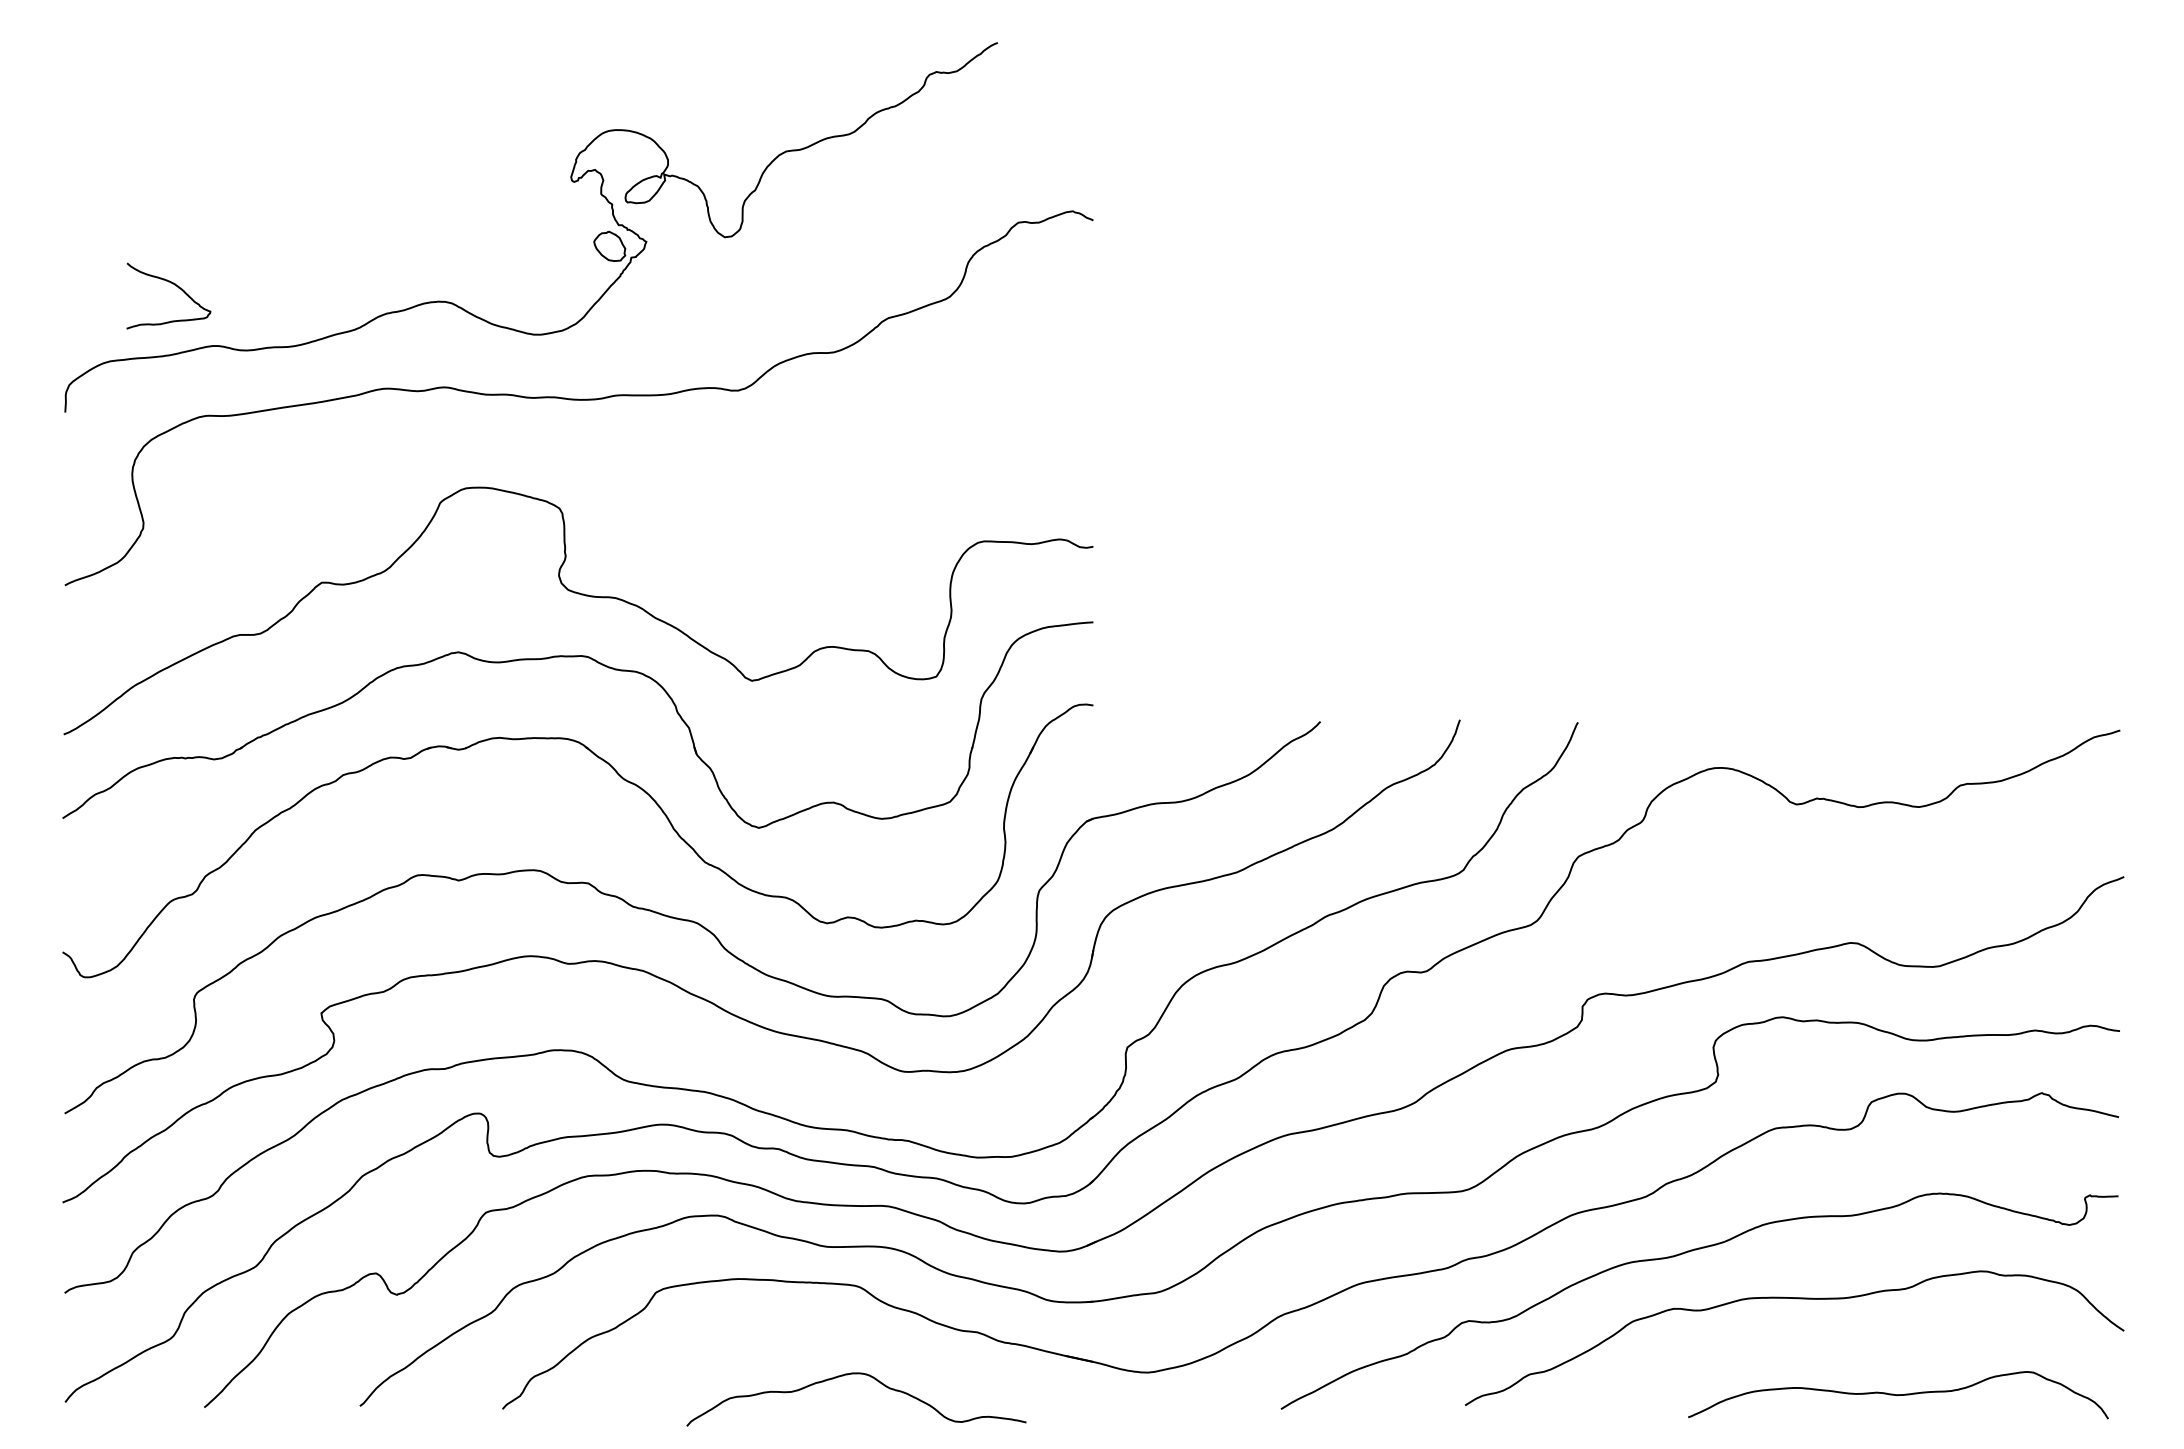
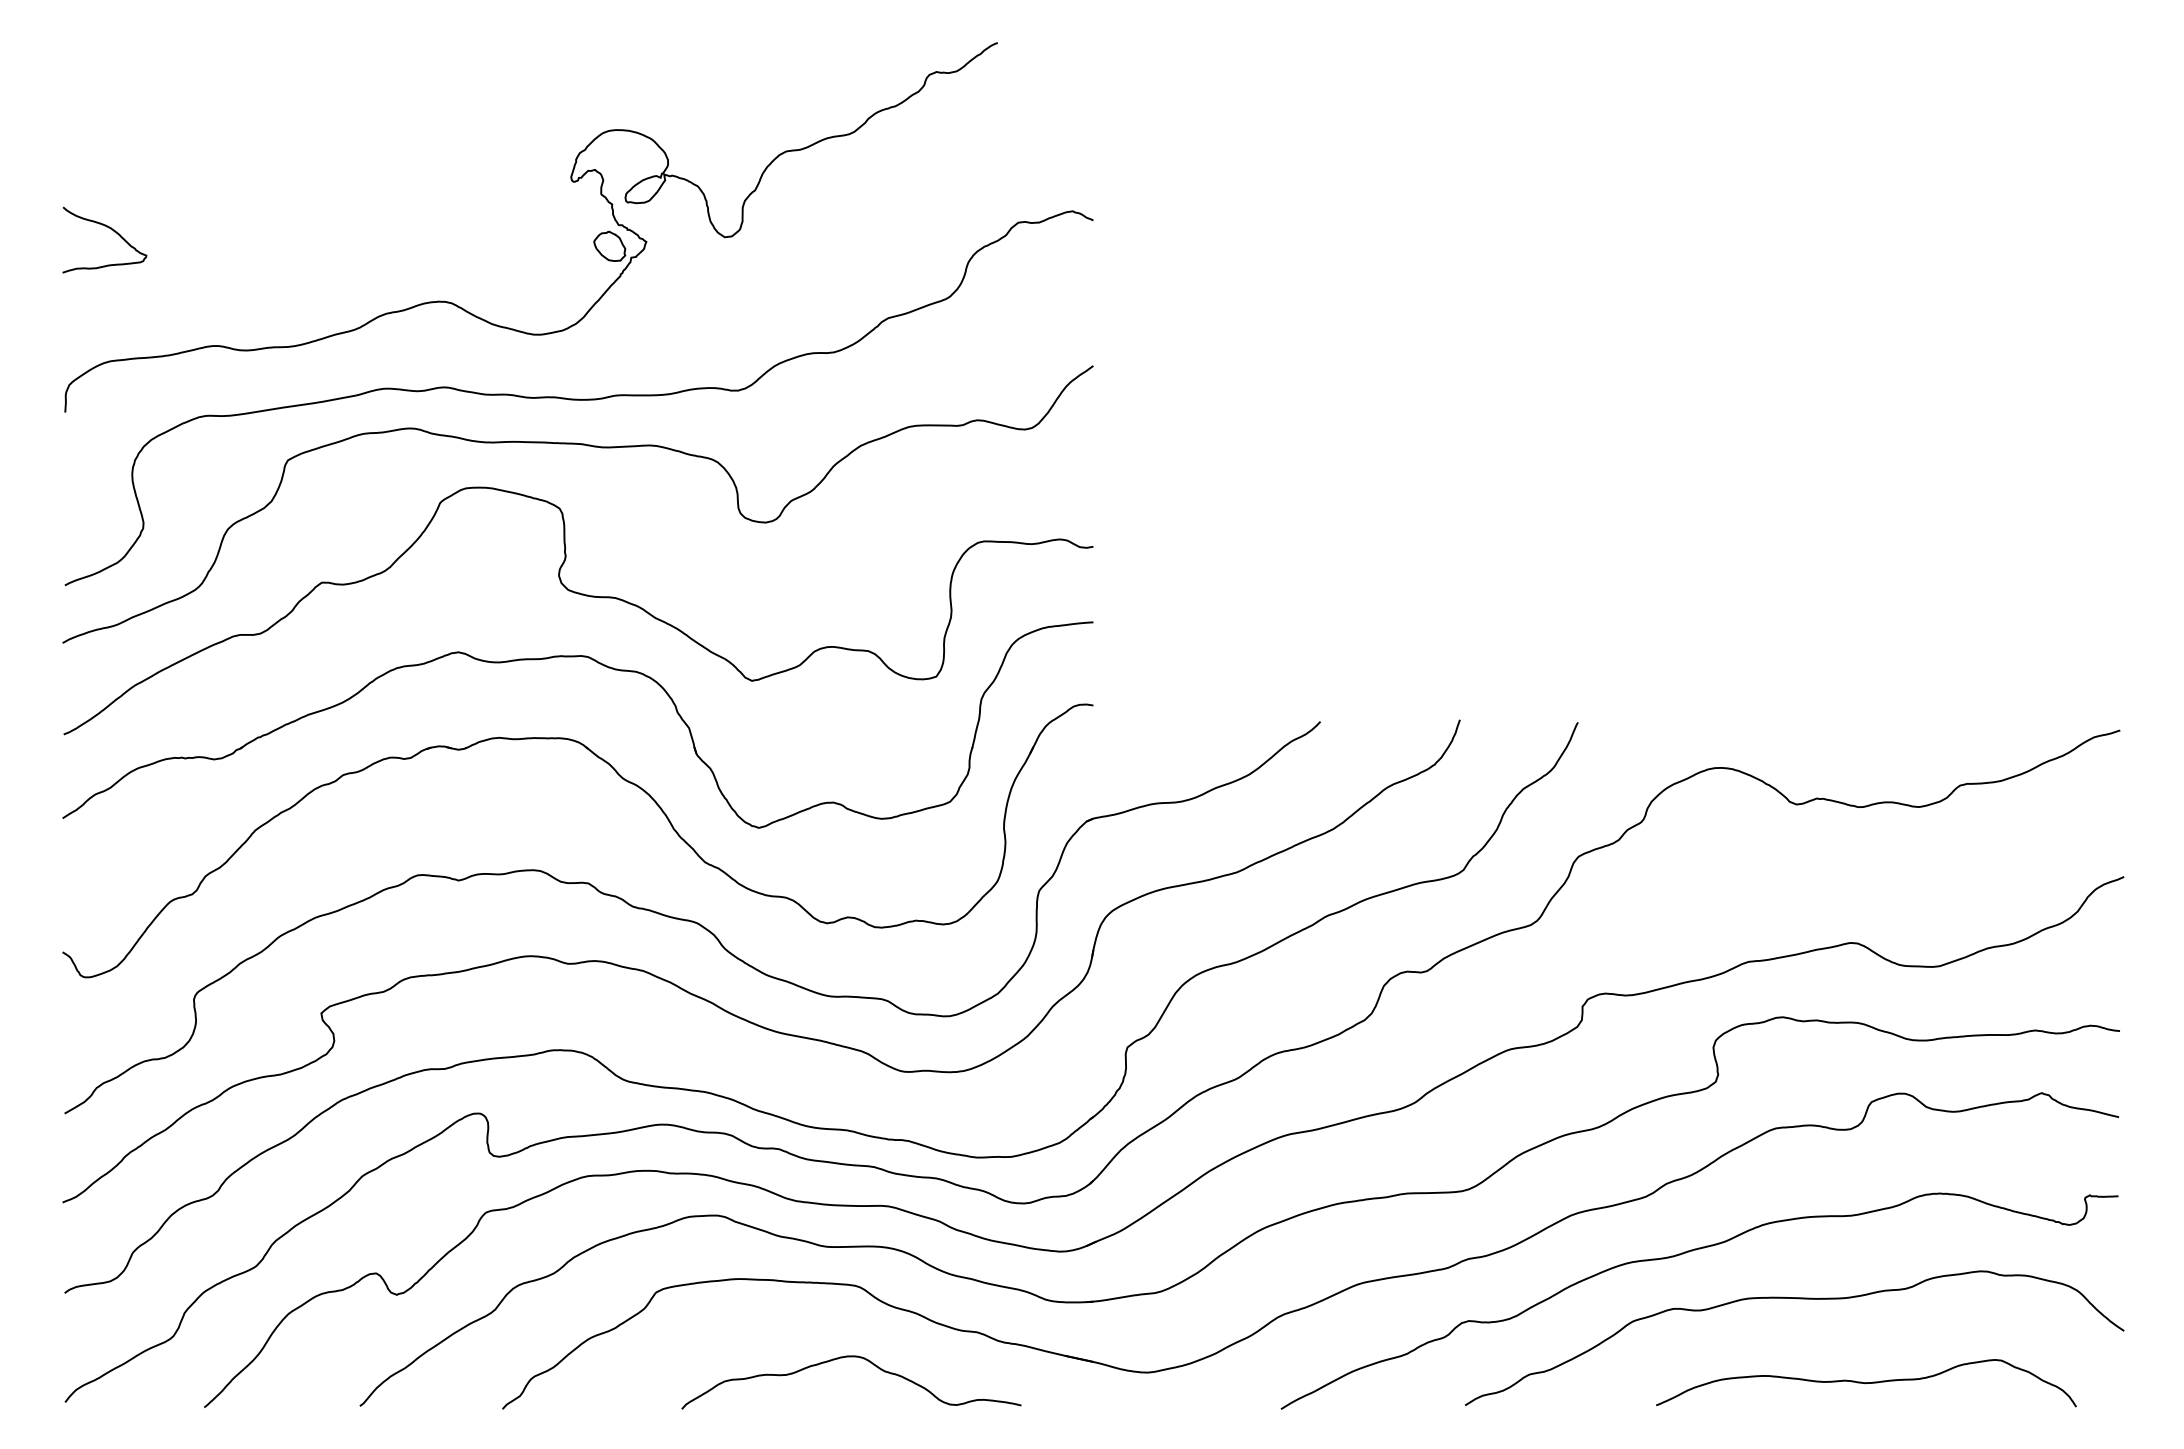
curve at (174, 285) position: (174, 285) -> (110, 229)
curve at (587, 446): none -> present
curve at (856, 1374) position: (856, 1374) -> (851, 1357)
curve at (1898, 1395) position: (1898, 1395) -> (1866, 1383)
